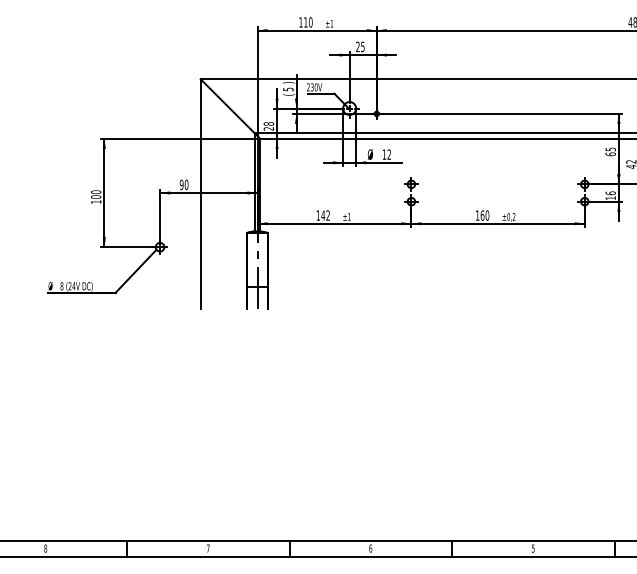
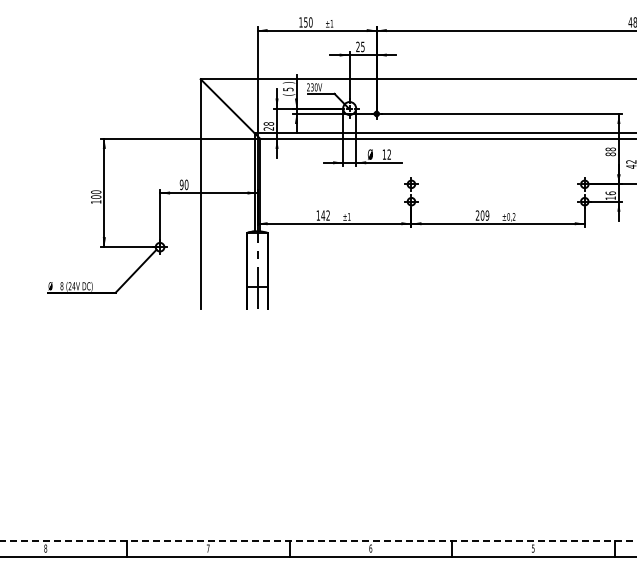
text at (305, 22): 110 -> 150
text at (610, 151): 65 -> 88
text at (482, 215): 160 -> 209
line at (318, 540): solid -> dashed
